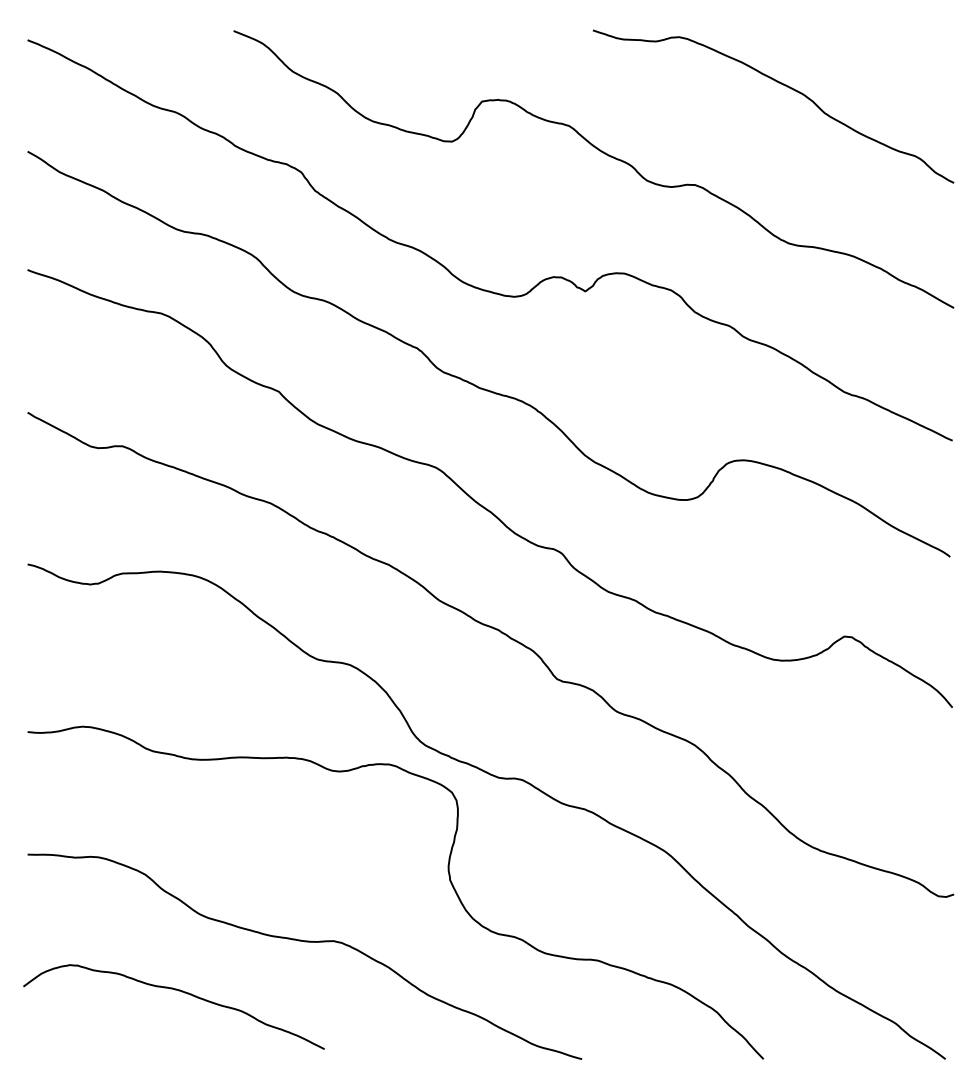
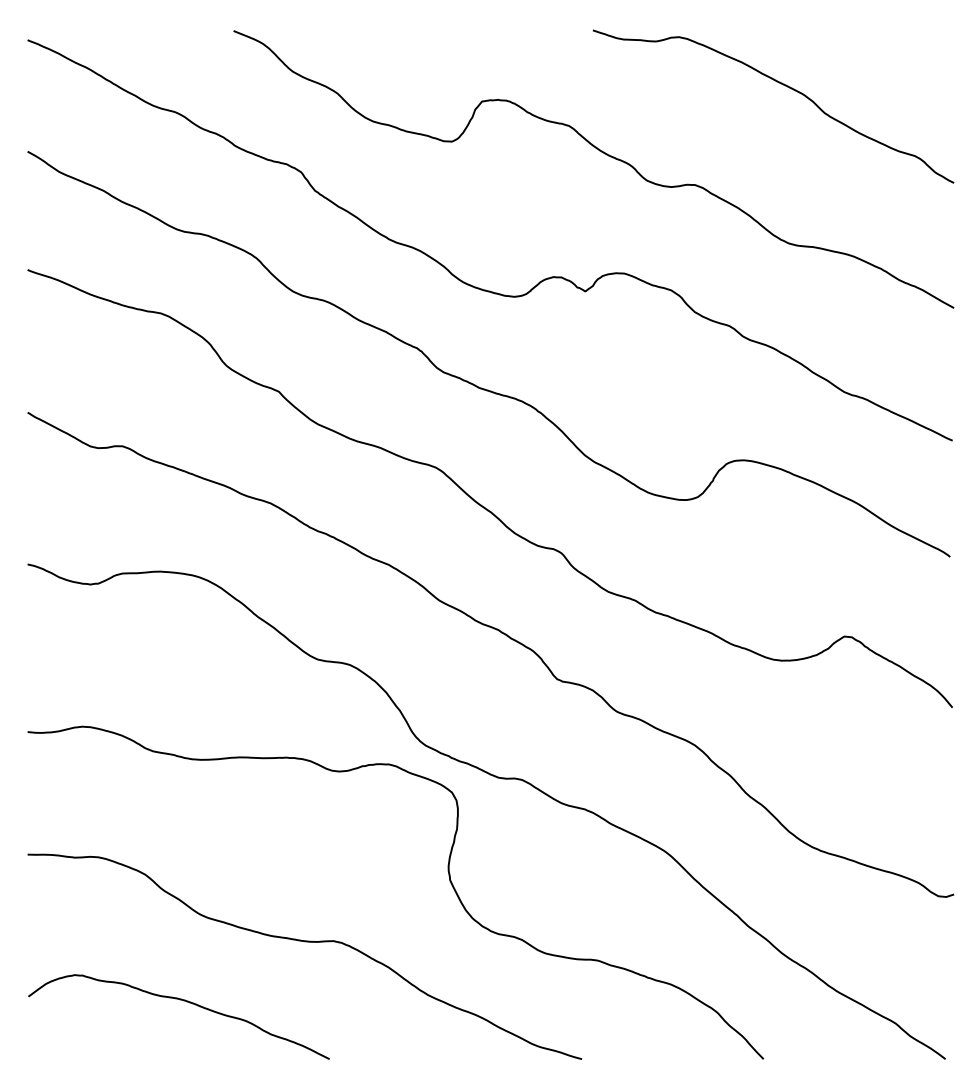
curve at (178, 991) position: (178, 991) -> (183, 1001)
